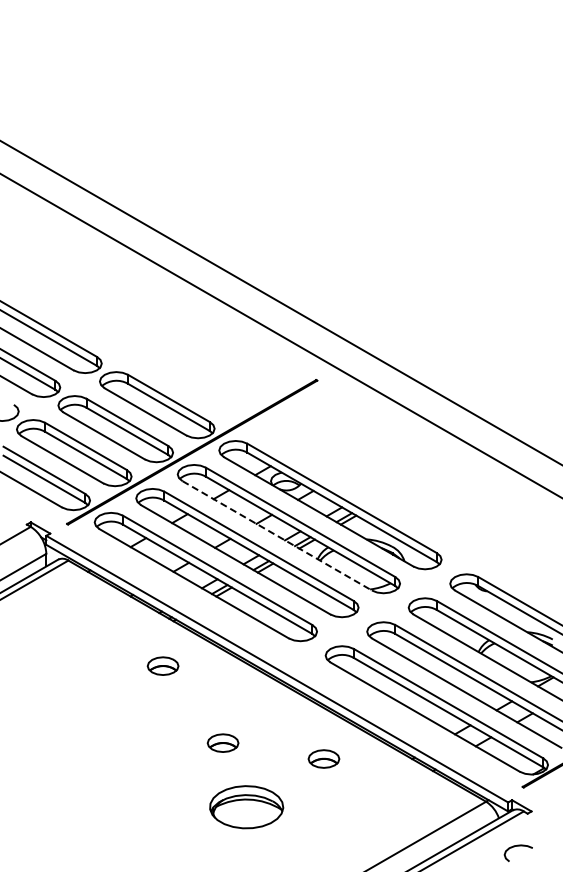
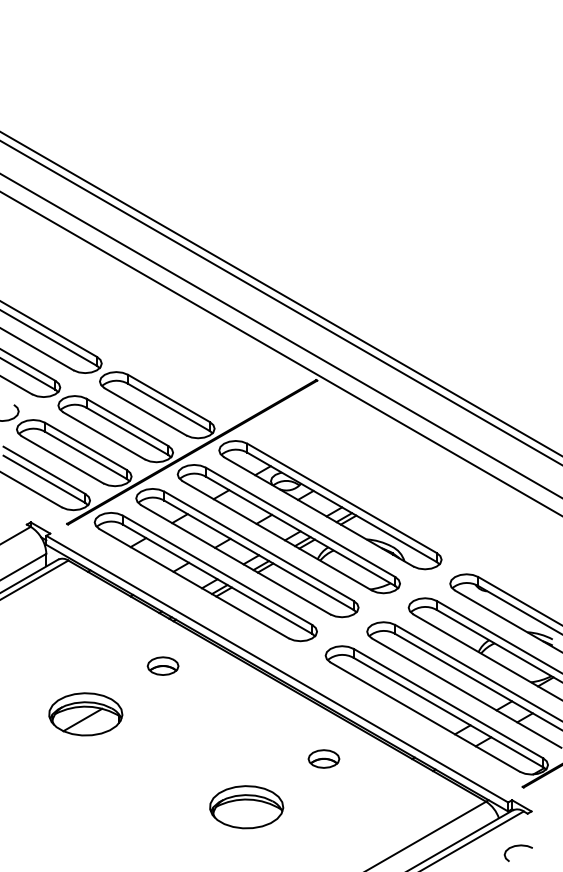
line at (280, 293): none -> present
line at (280, 353): none -> present
line at (277, 536): dashed -> solid
part at (85, 714): none -> present
part at (222, 742): present -> none
